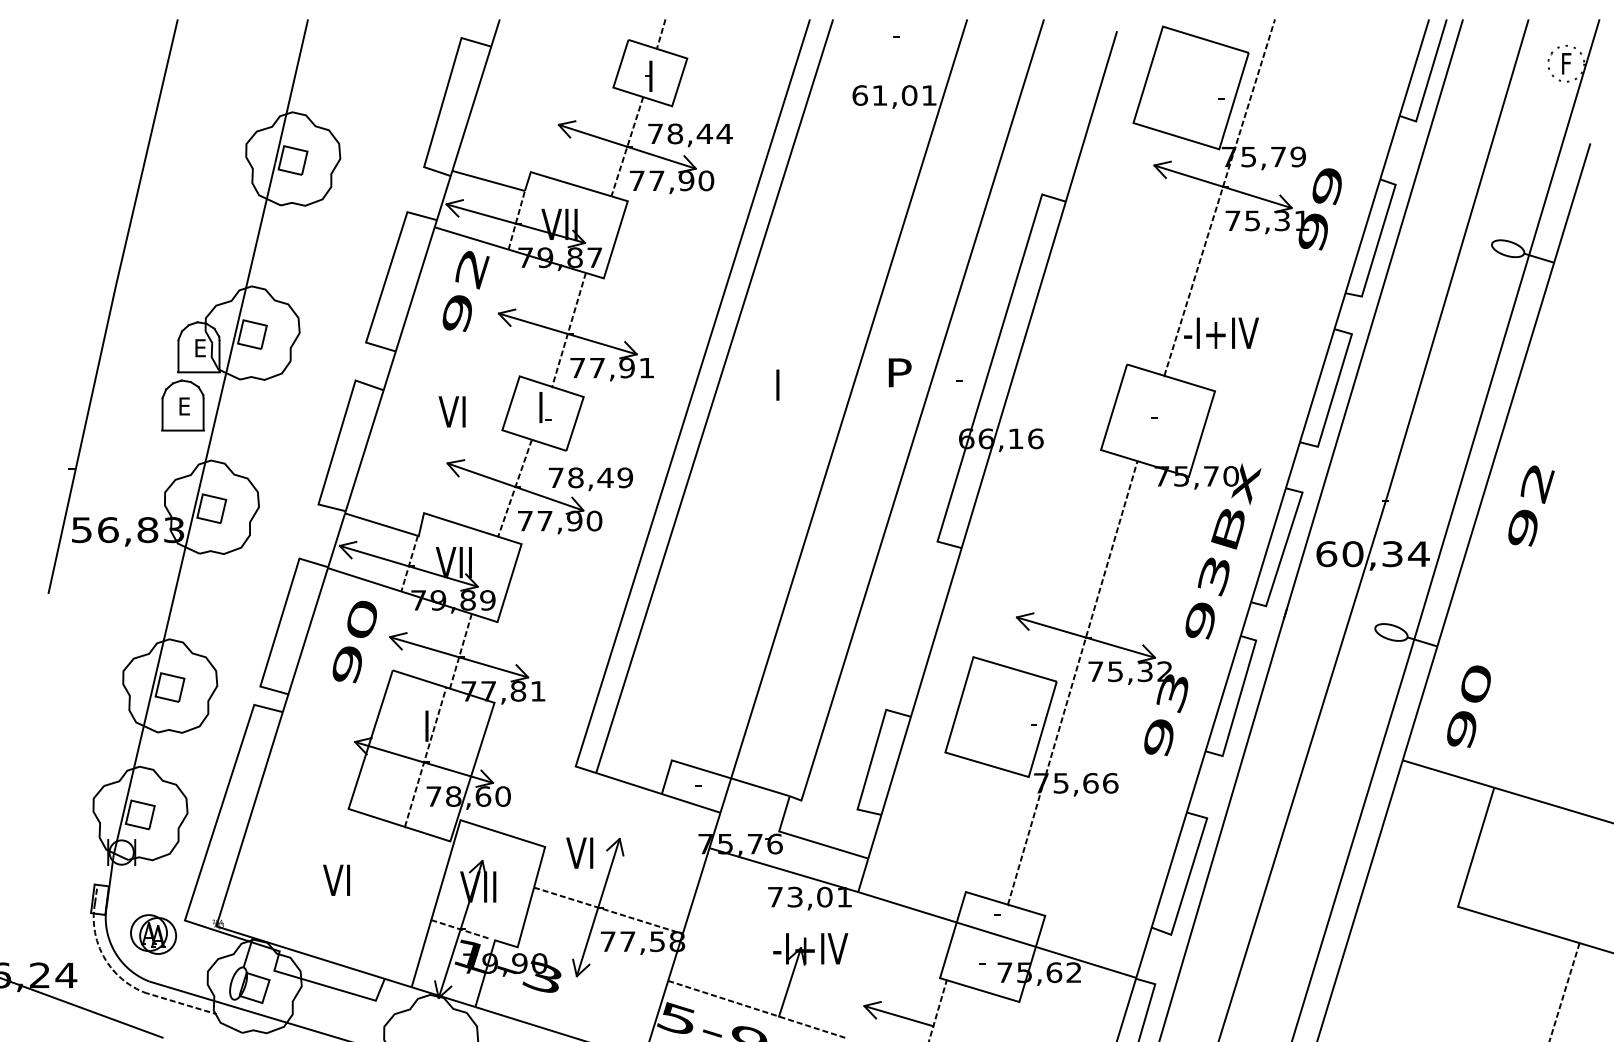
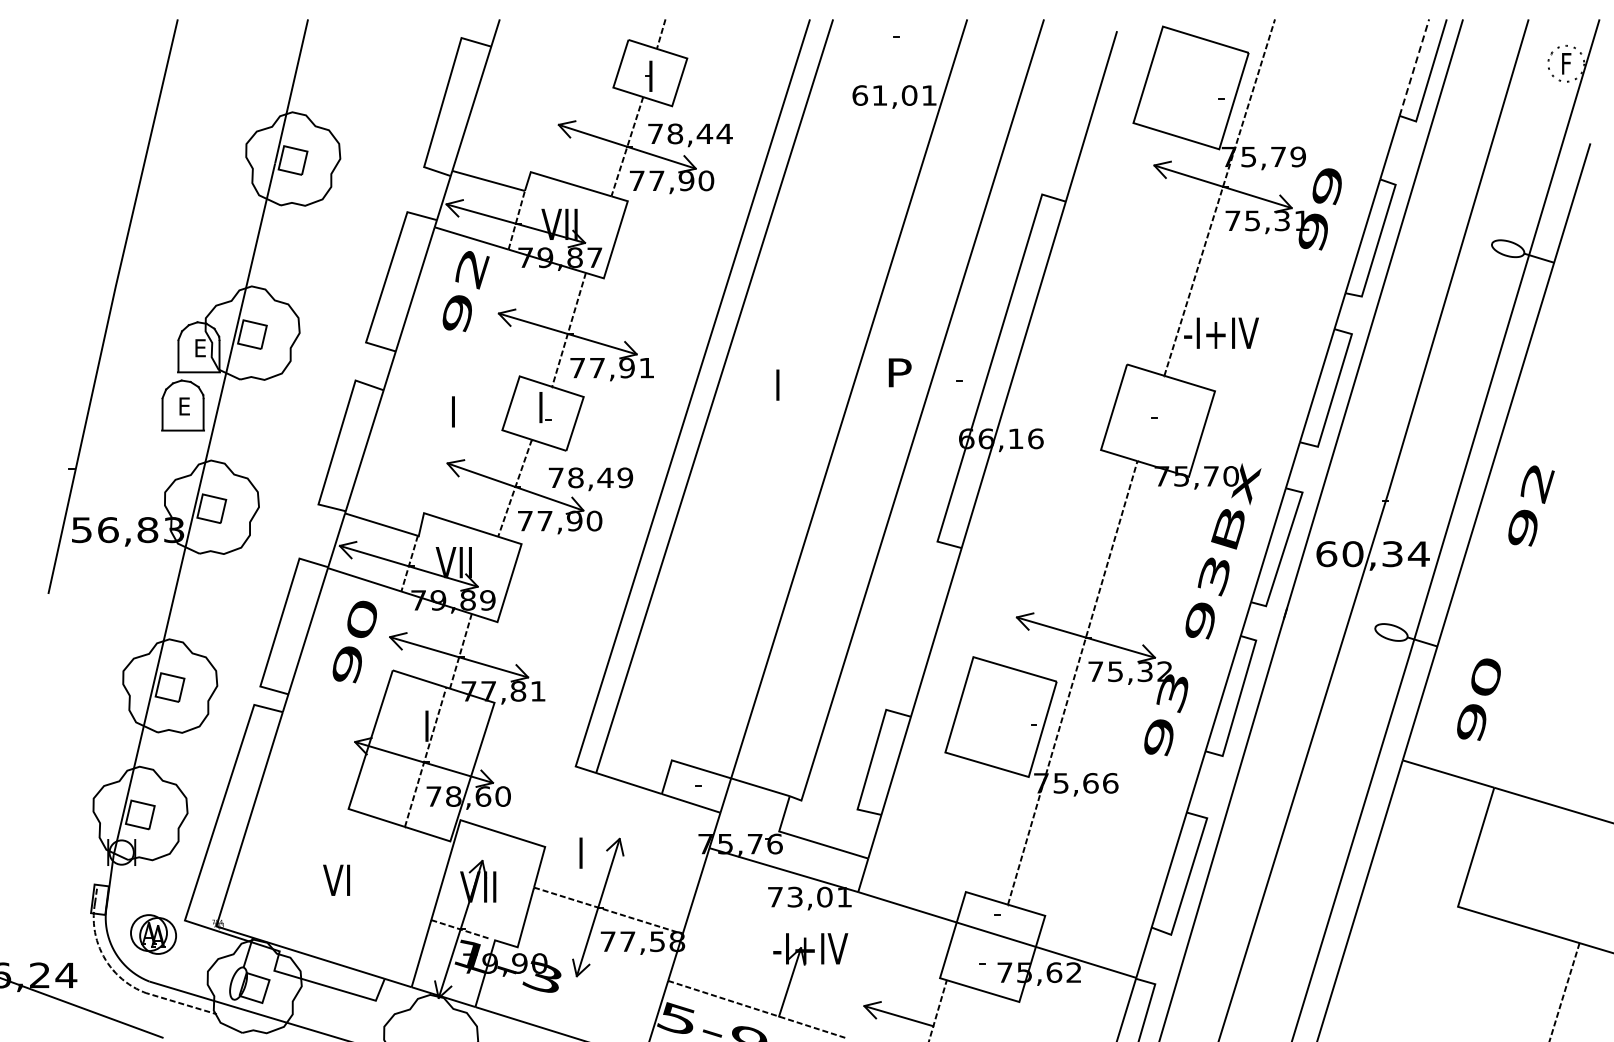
line at (1414, 67): solid -> dashed
text at (451, 411): VI -> I
text at (1468, 706) position: (1468, 706) -> (1478, 699)
text at (579, 852): VI -> I
